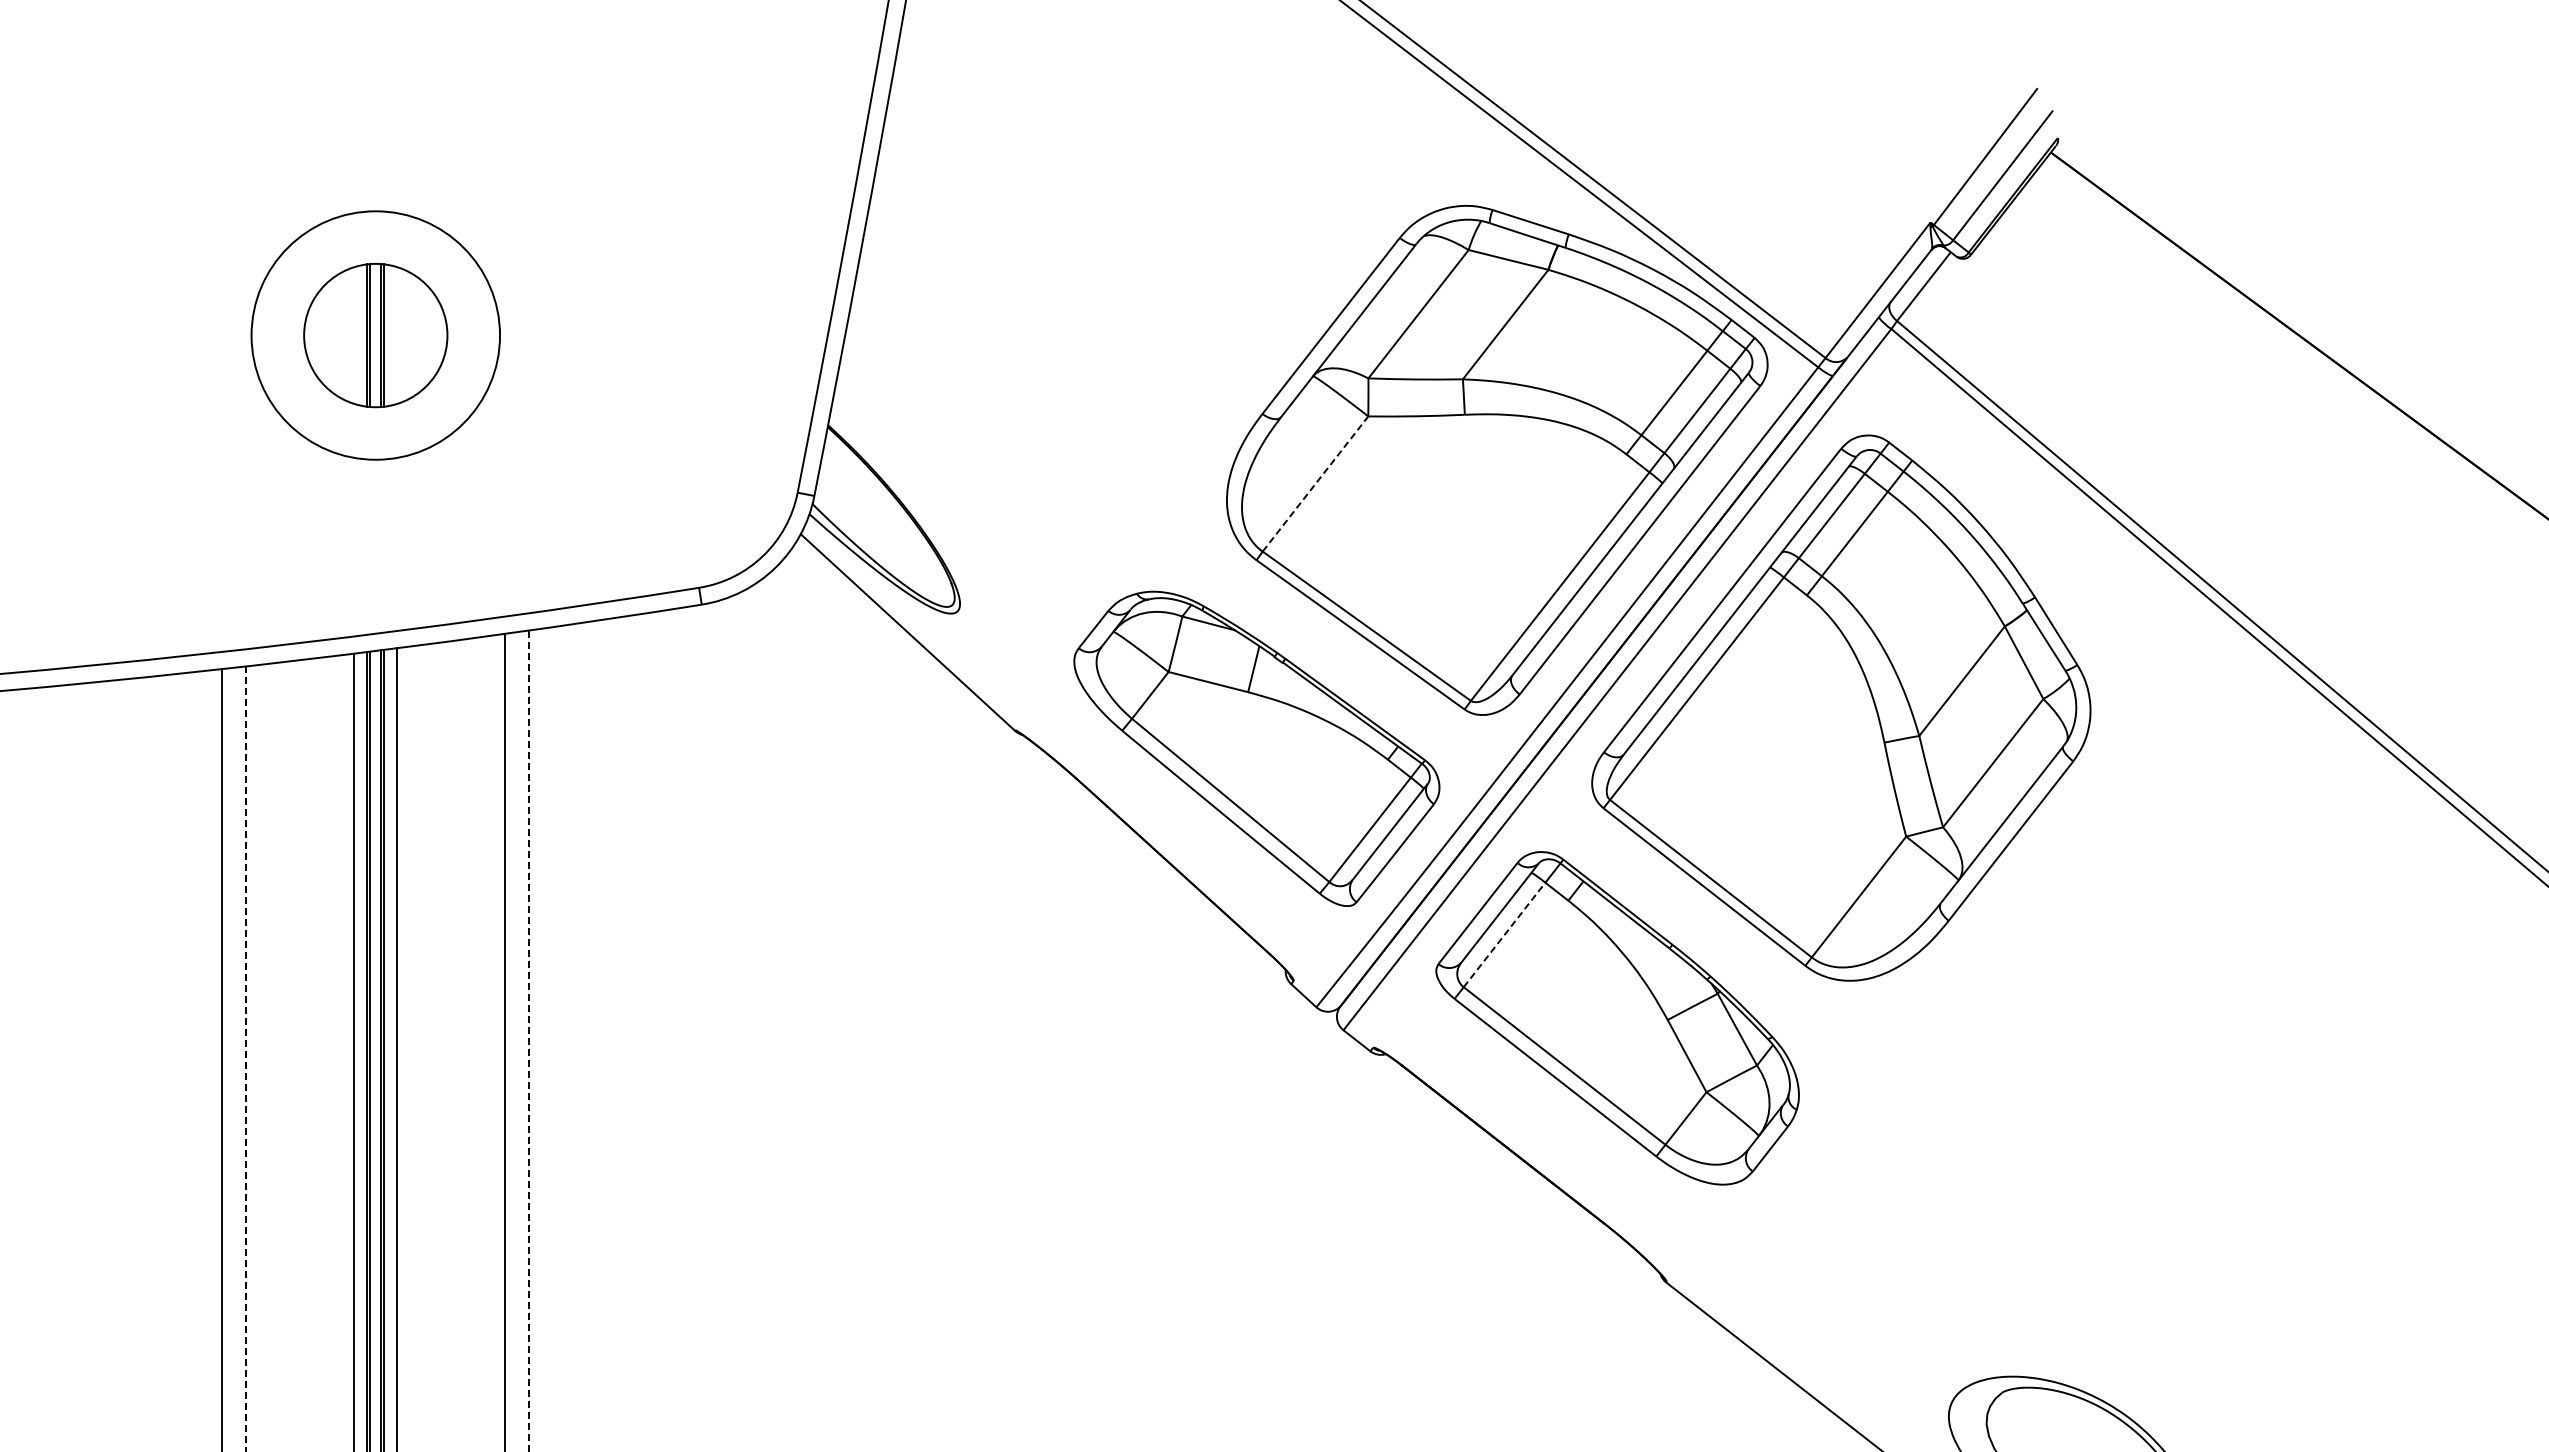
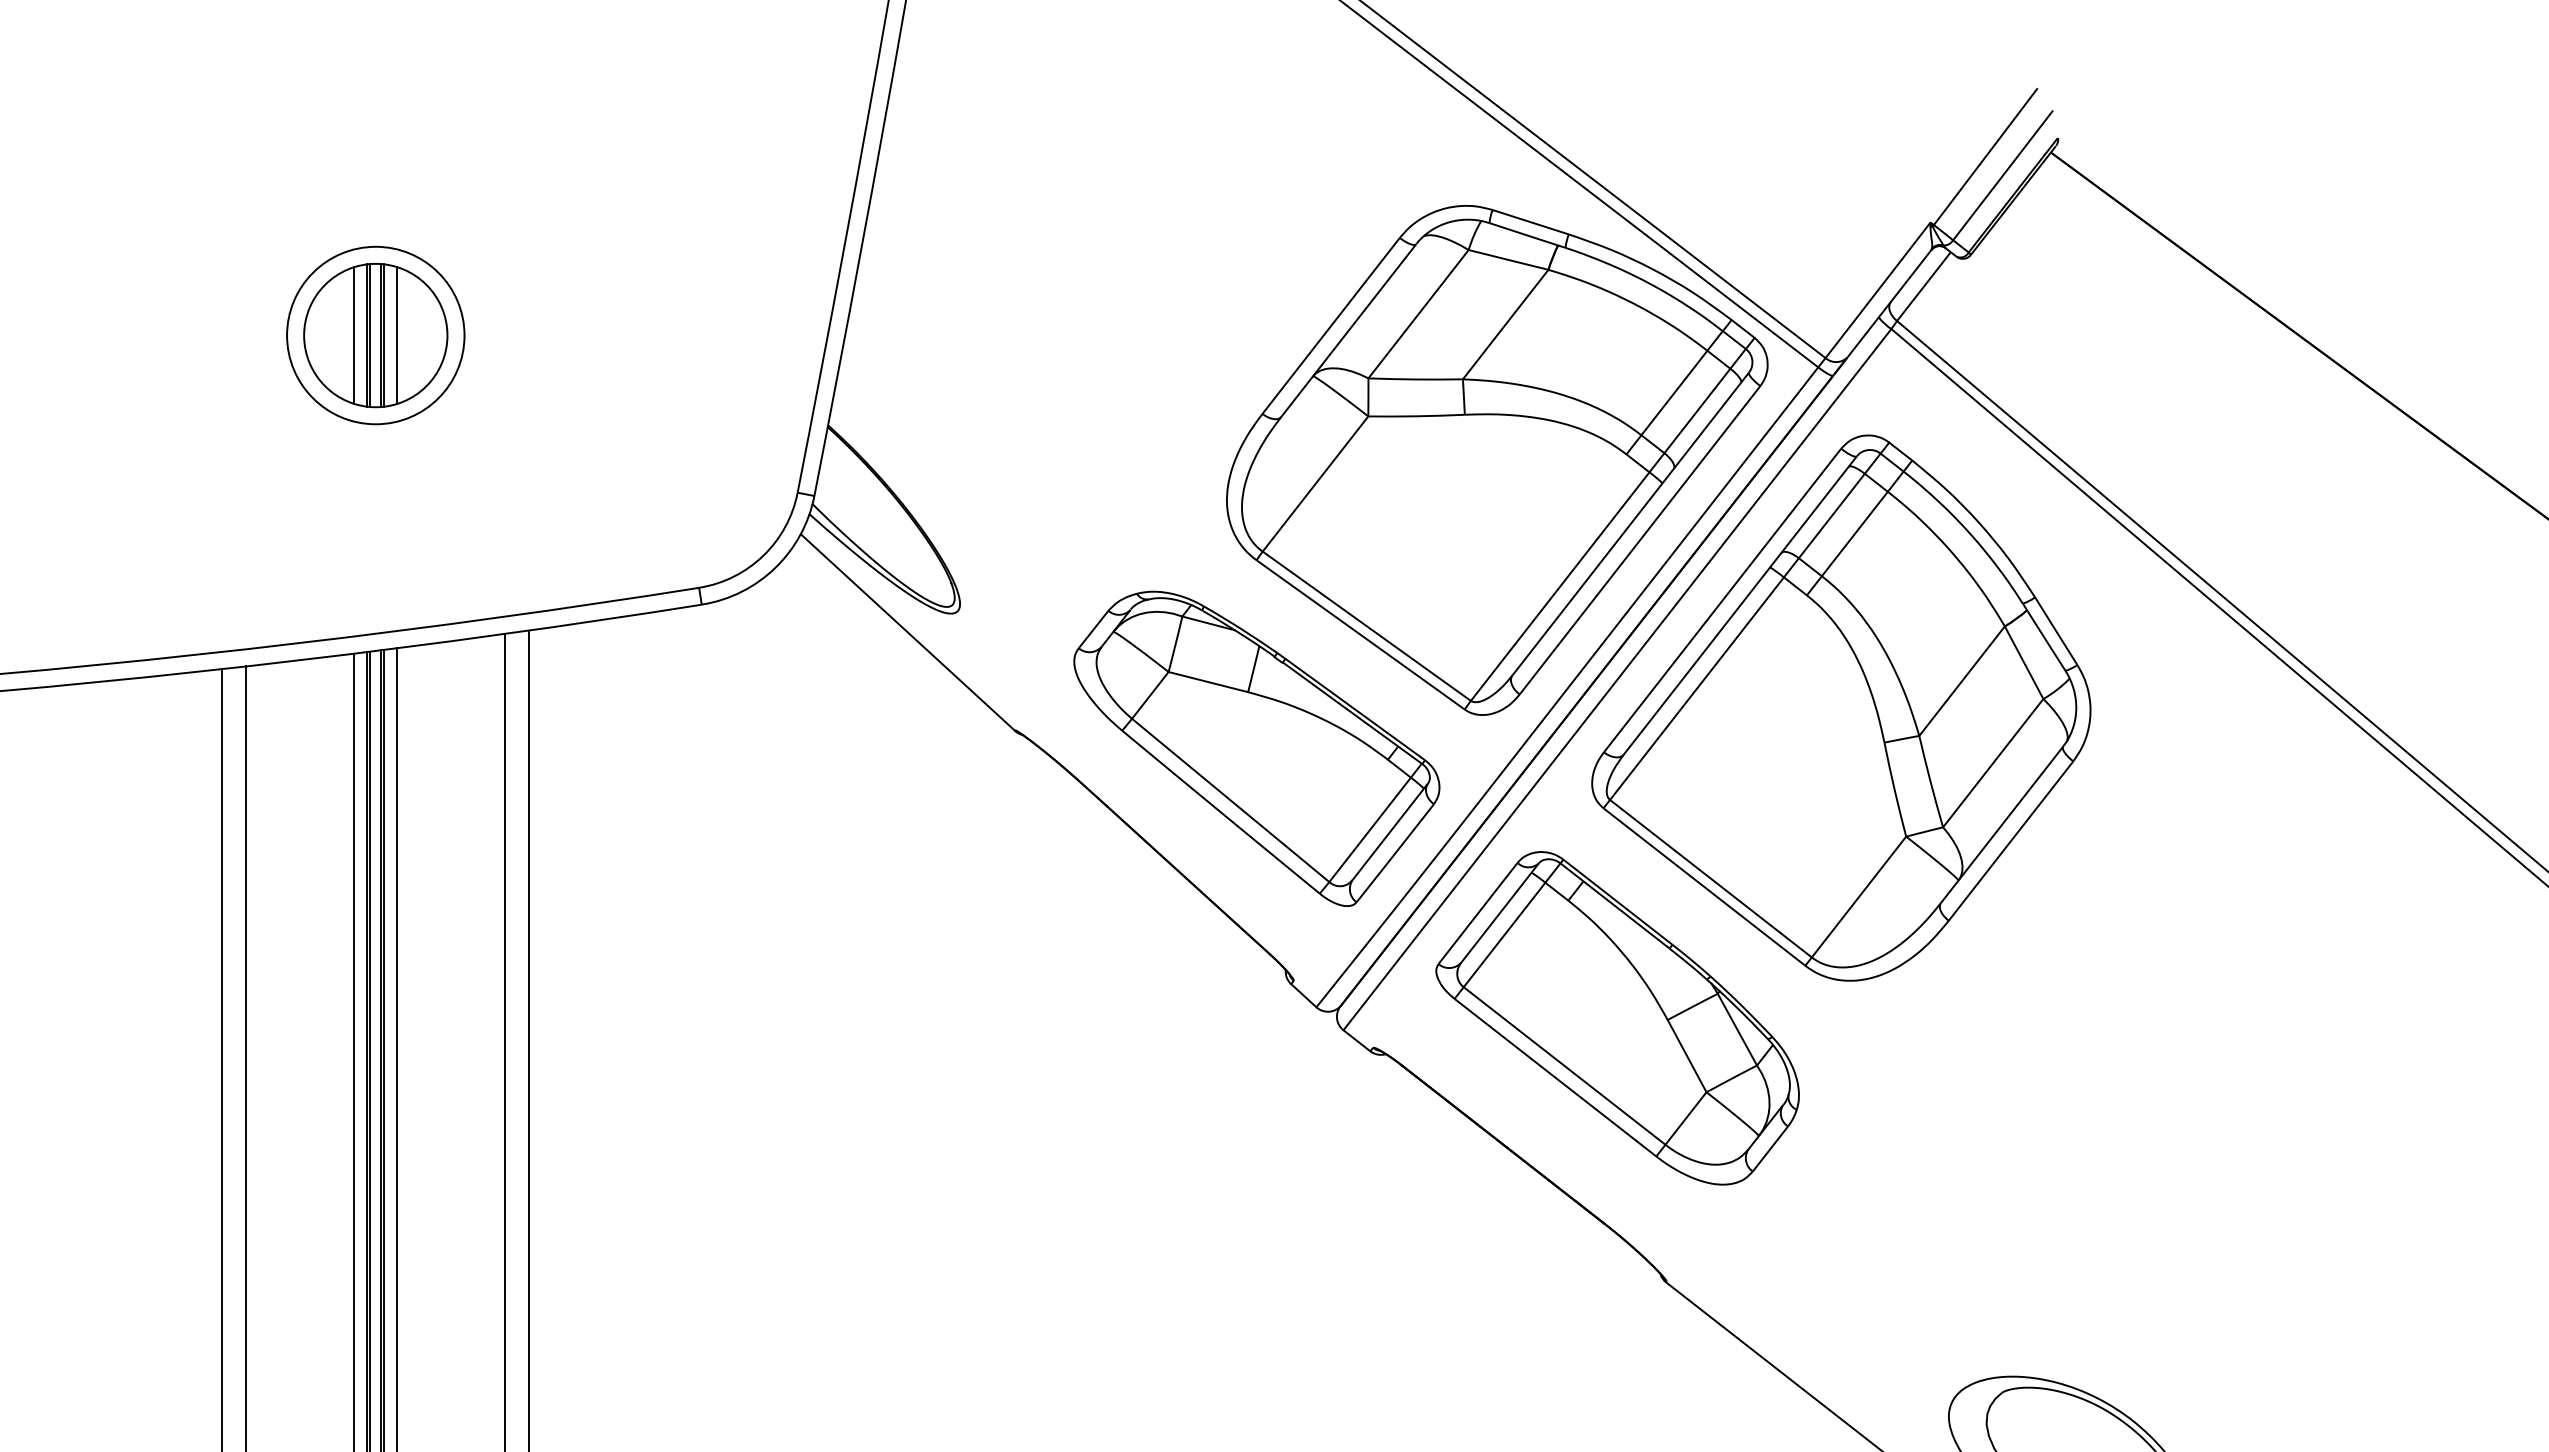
line at (353, 335): none -> present
circle at (375, 335) diameter: 248 px -> 177 px
line at (397, 335): none -> present
line at (1315, 484): dashed -> solid
line at (1504, 934): dashed -> solid
line at (528, 1041): dashed -> solid
line at (245, 1059): dashed -> solid
